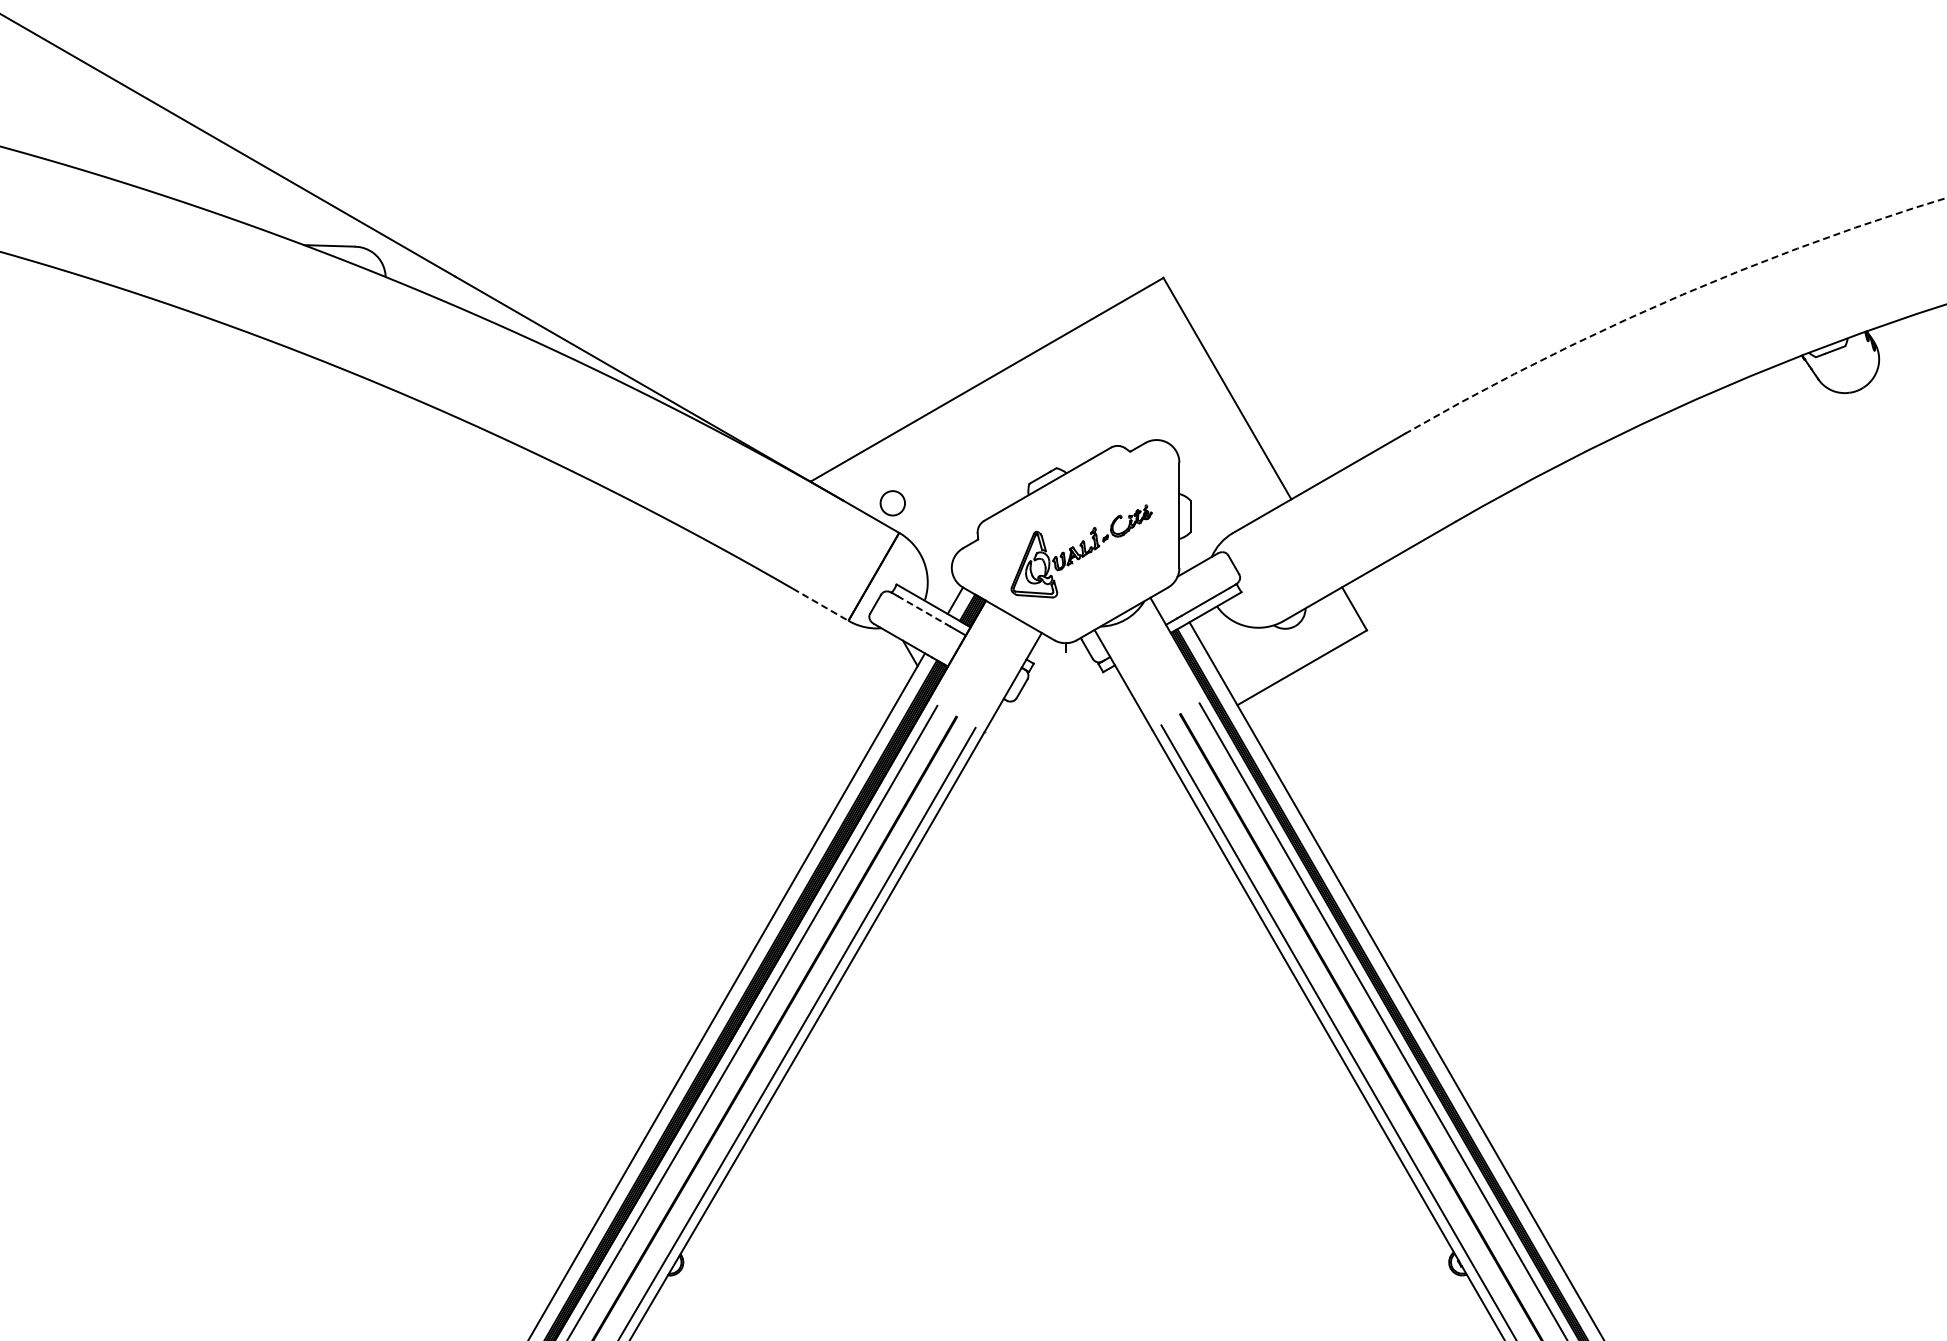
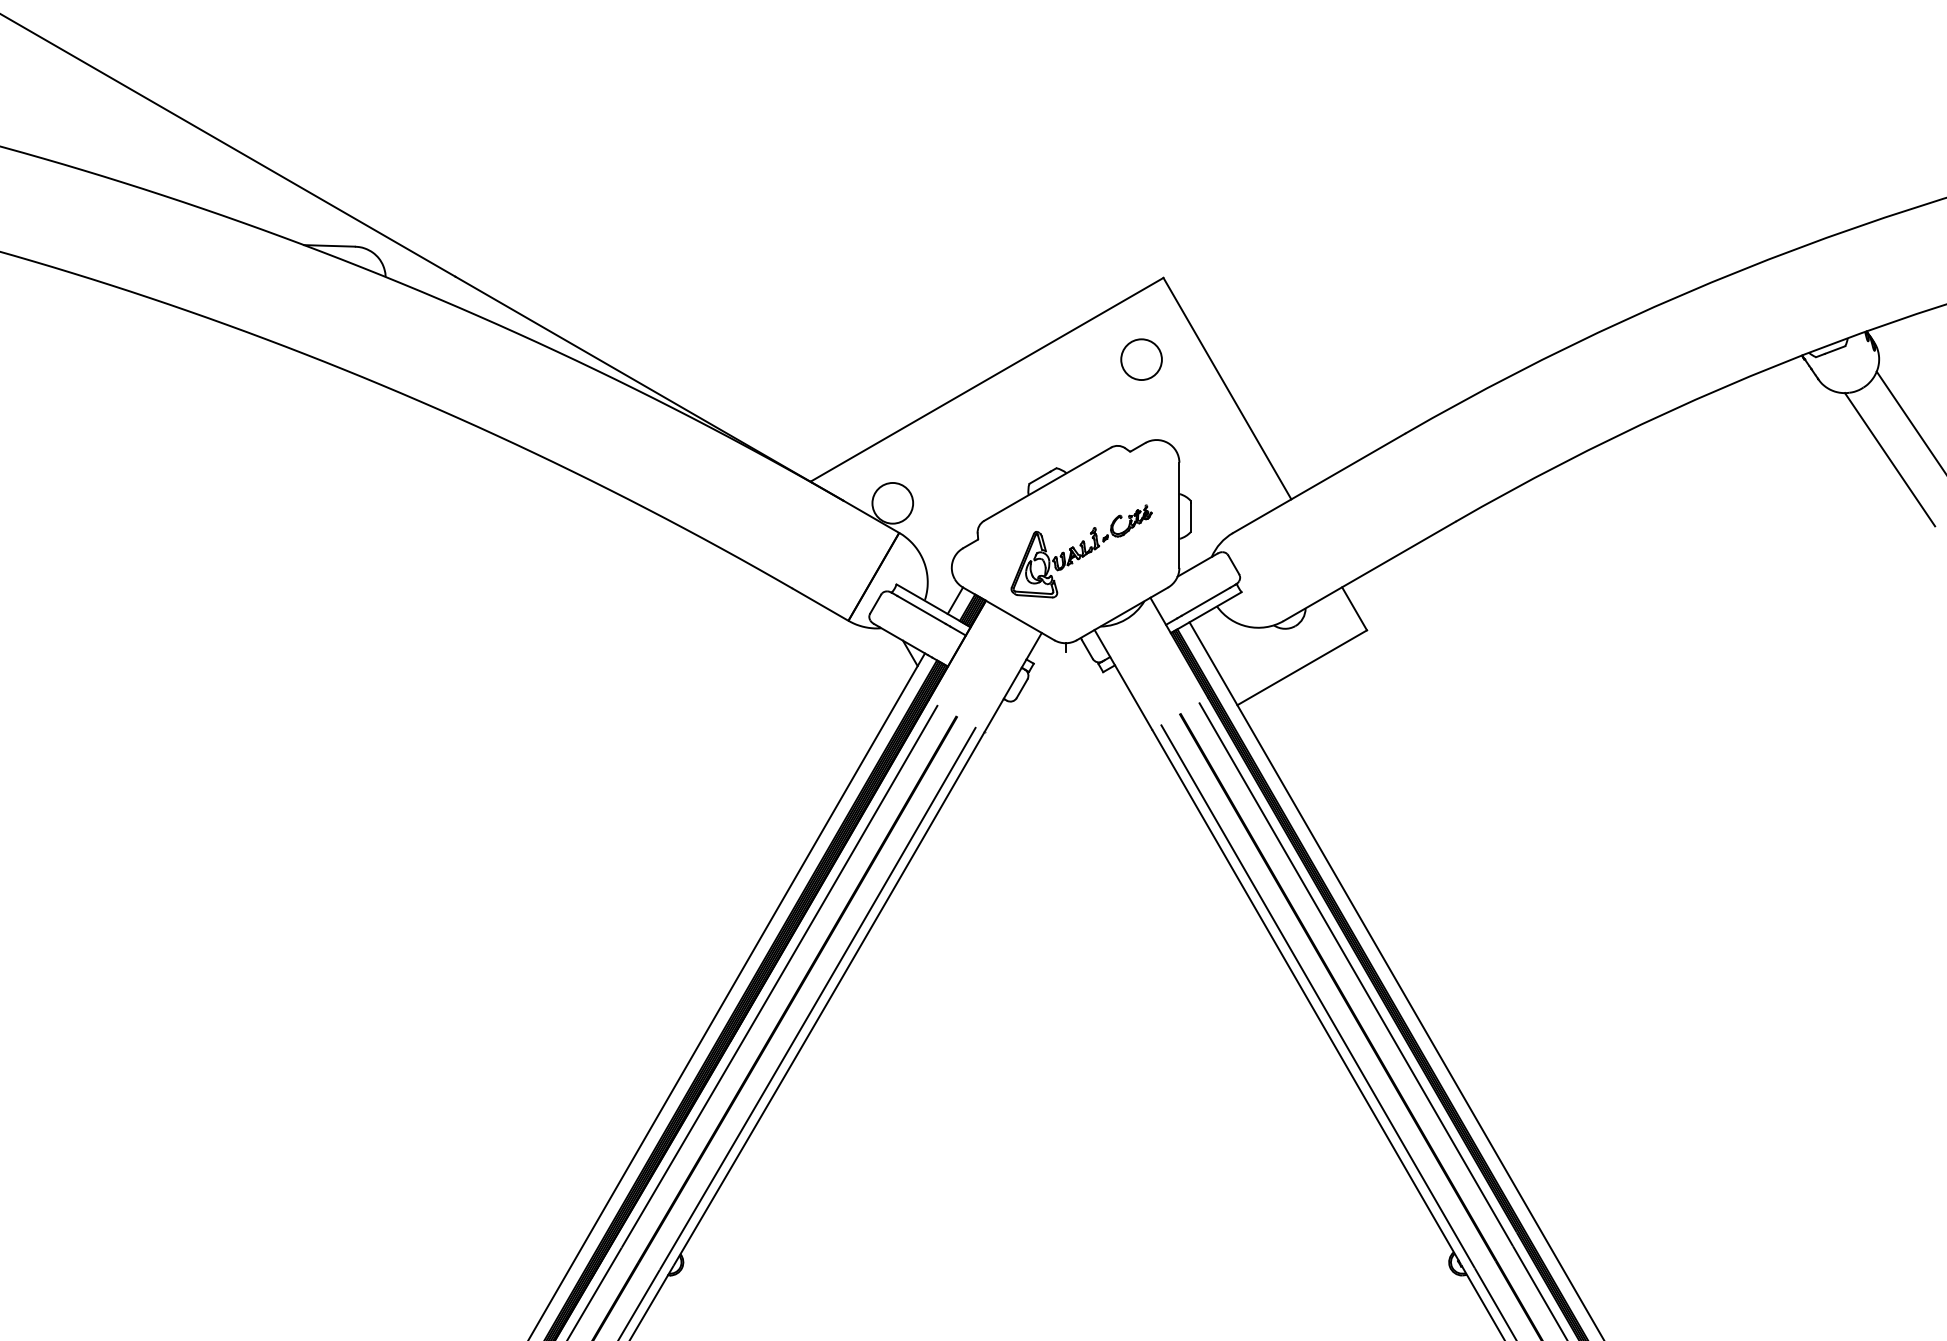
arc at (1668, 301): dashed -> solid
circle at (1141, 359): none -> present
line at (1909, 420): none -> present
line at (1889, 459): none -> present
circle at (892, 503) diameter: 24 px -> 41 px
line at (821, 605): dashed -> solid
line at (922, 610): dashed -> solid
